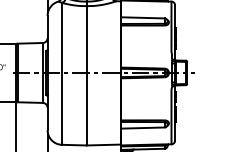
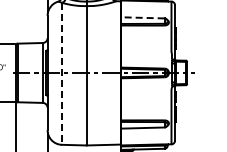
line at (143, 17): solid -> dashed
line at (61, 74): solid -> dashed
